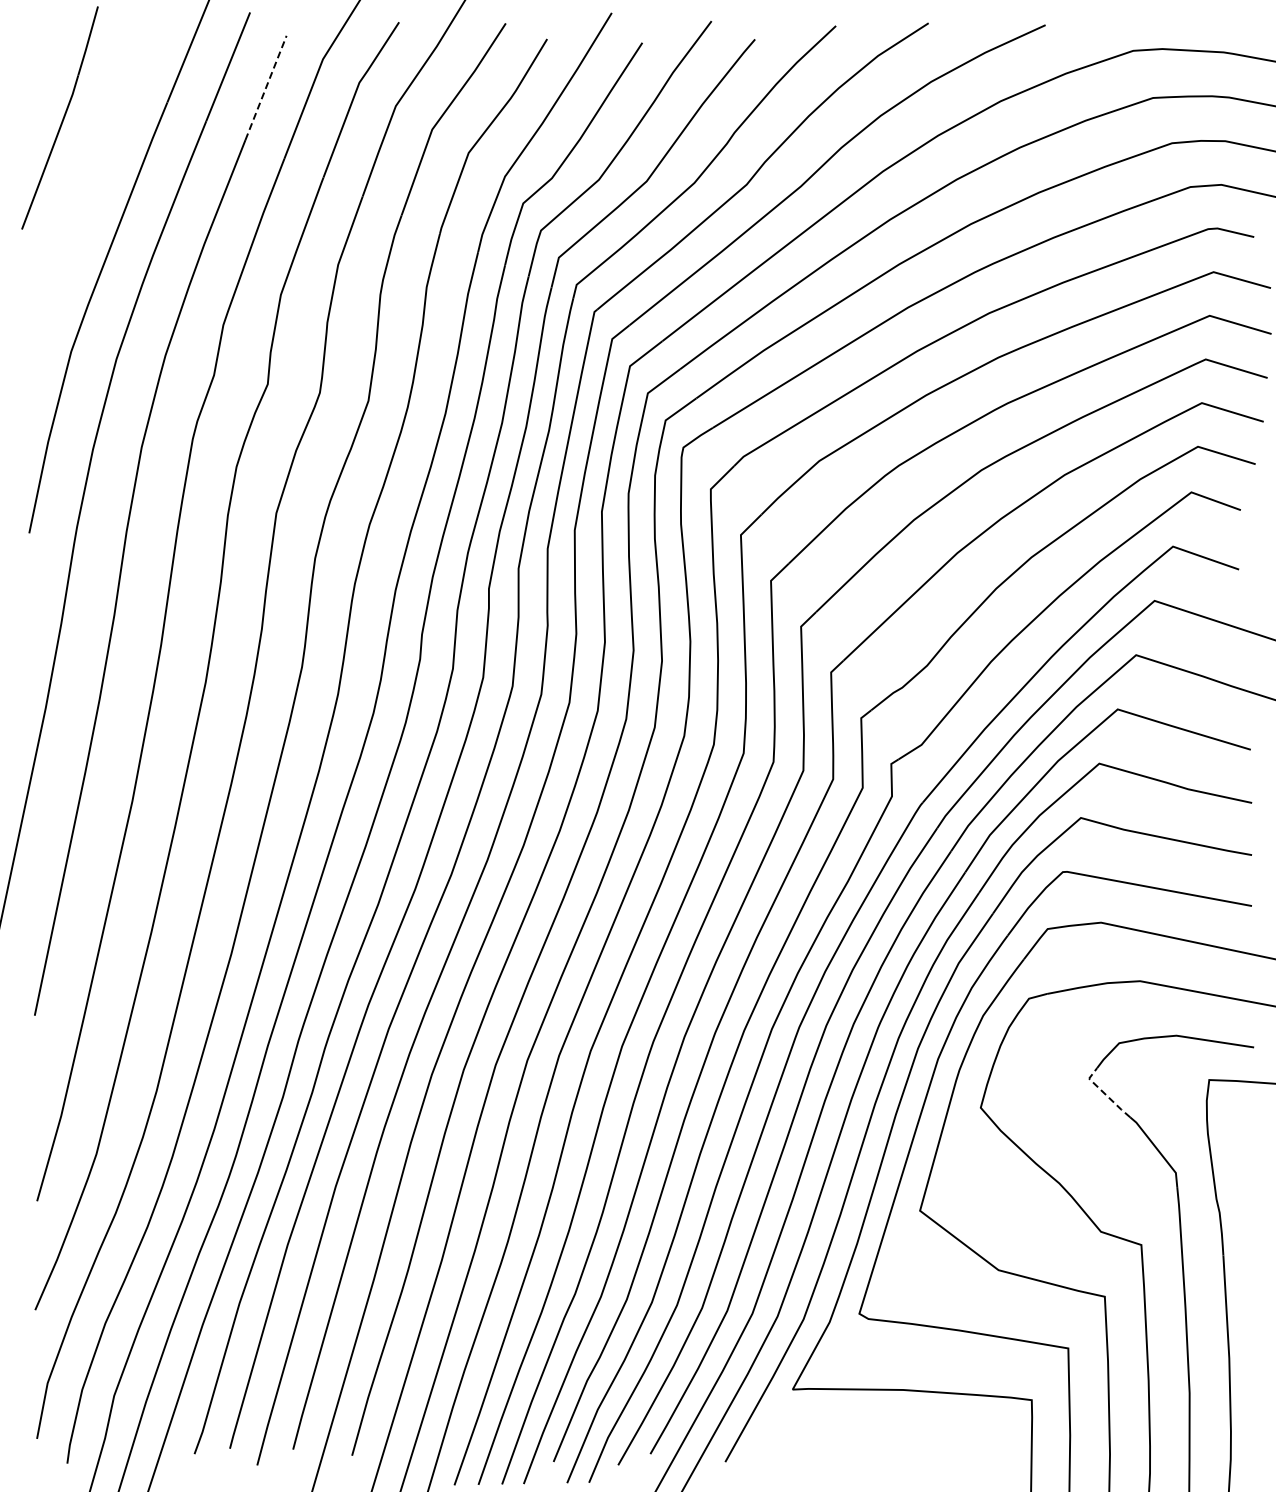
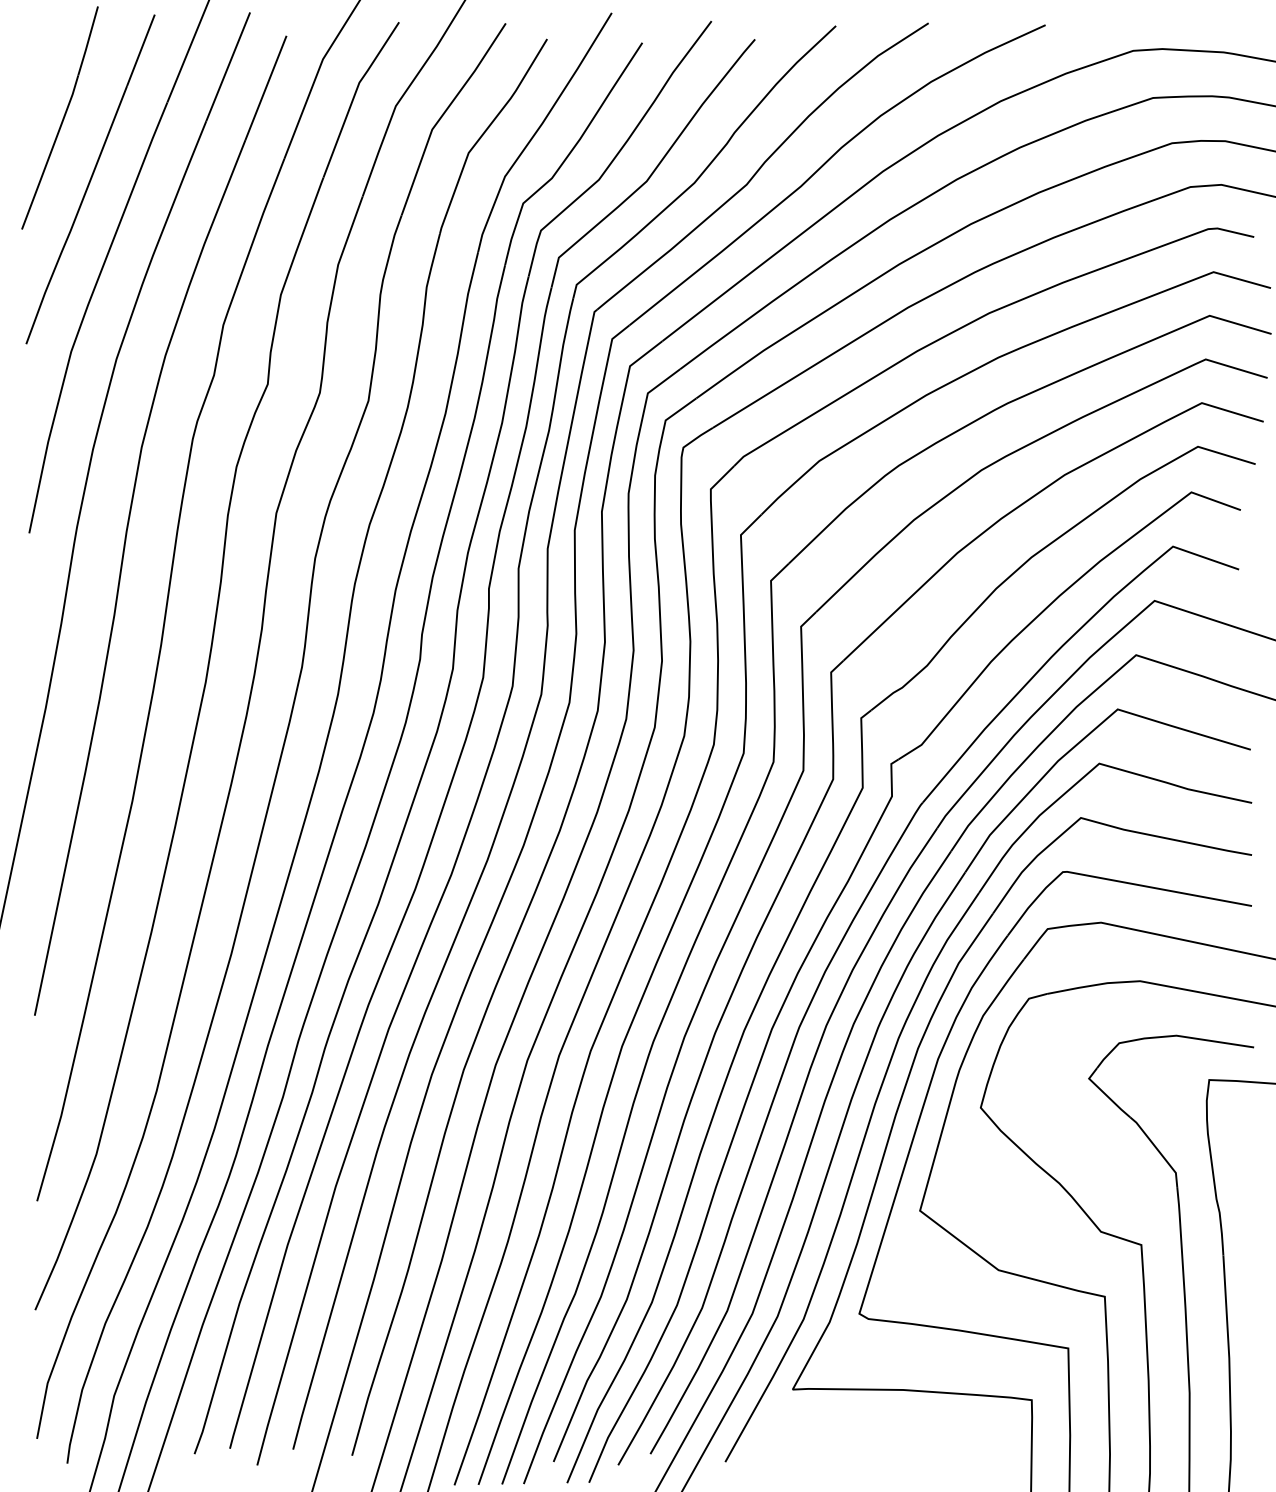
line at (266, 87): dashed -> solid
part at (90, 179): none -> present
line at (1104, 1093): dashed -> solid
